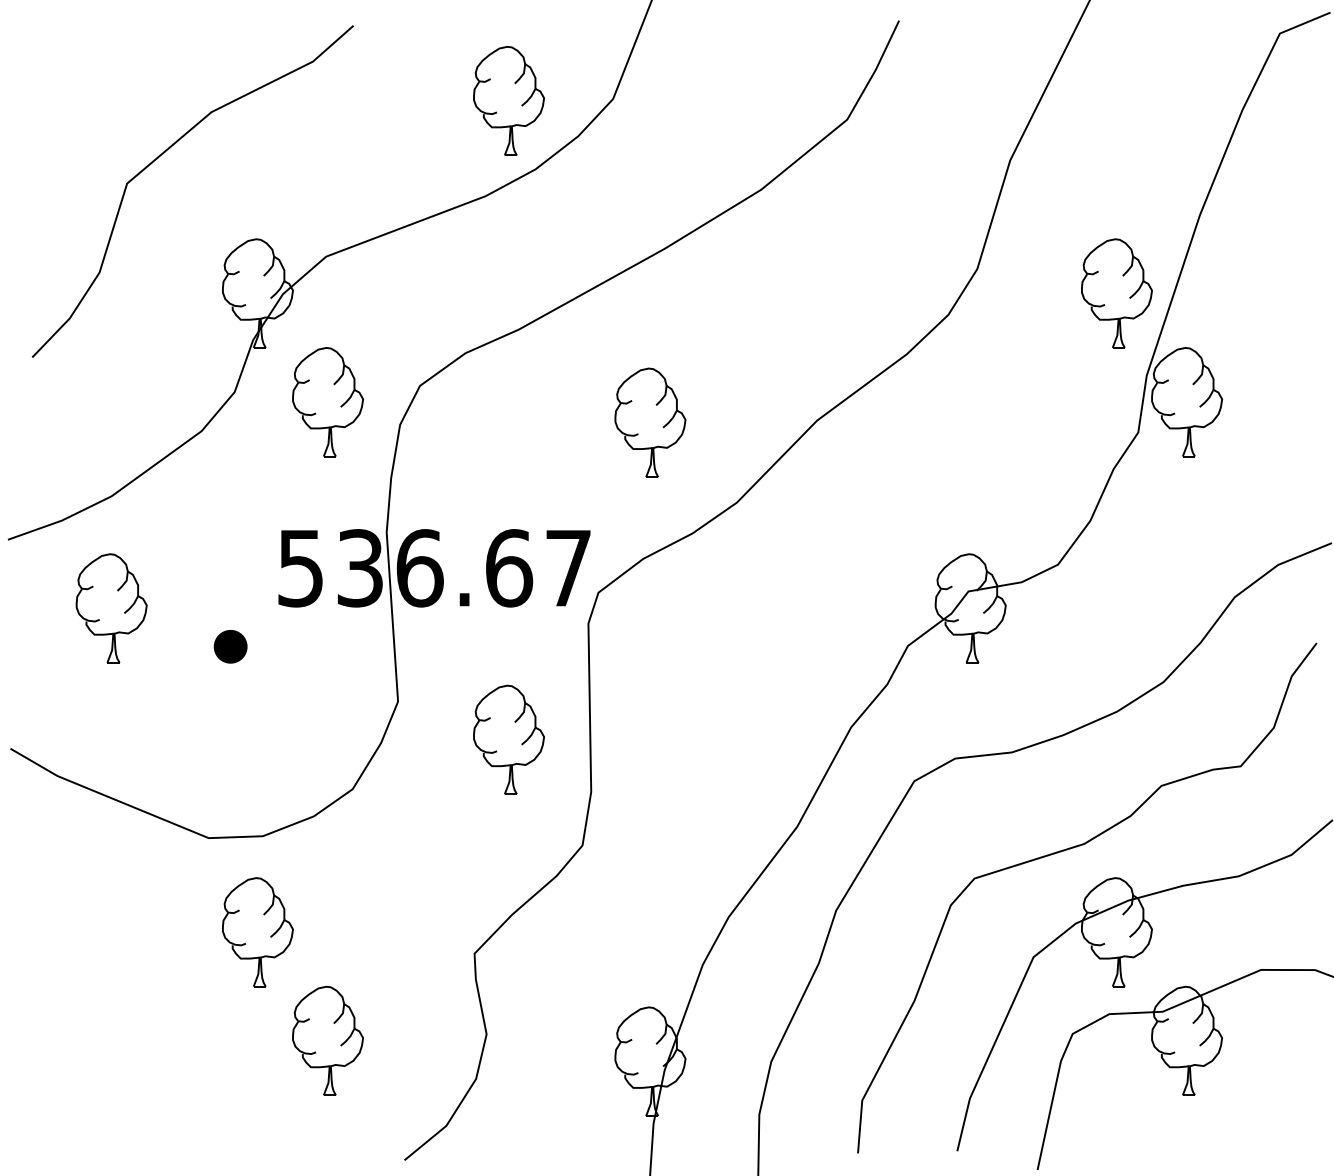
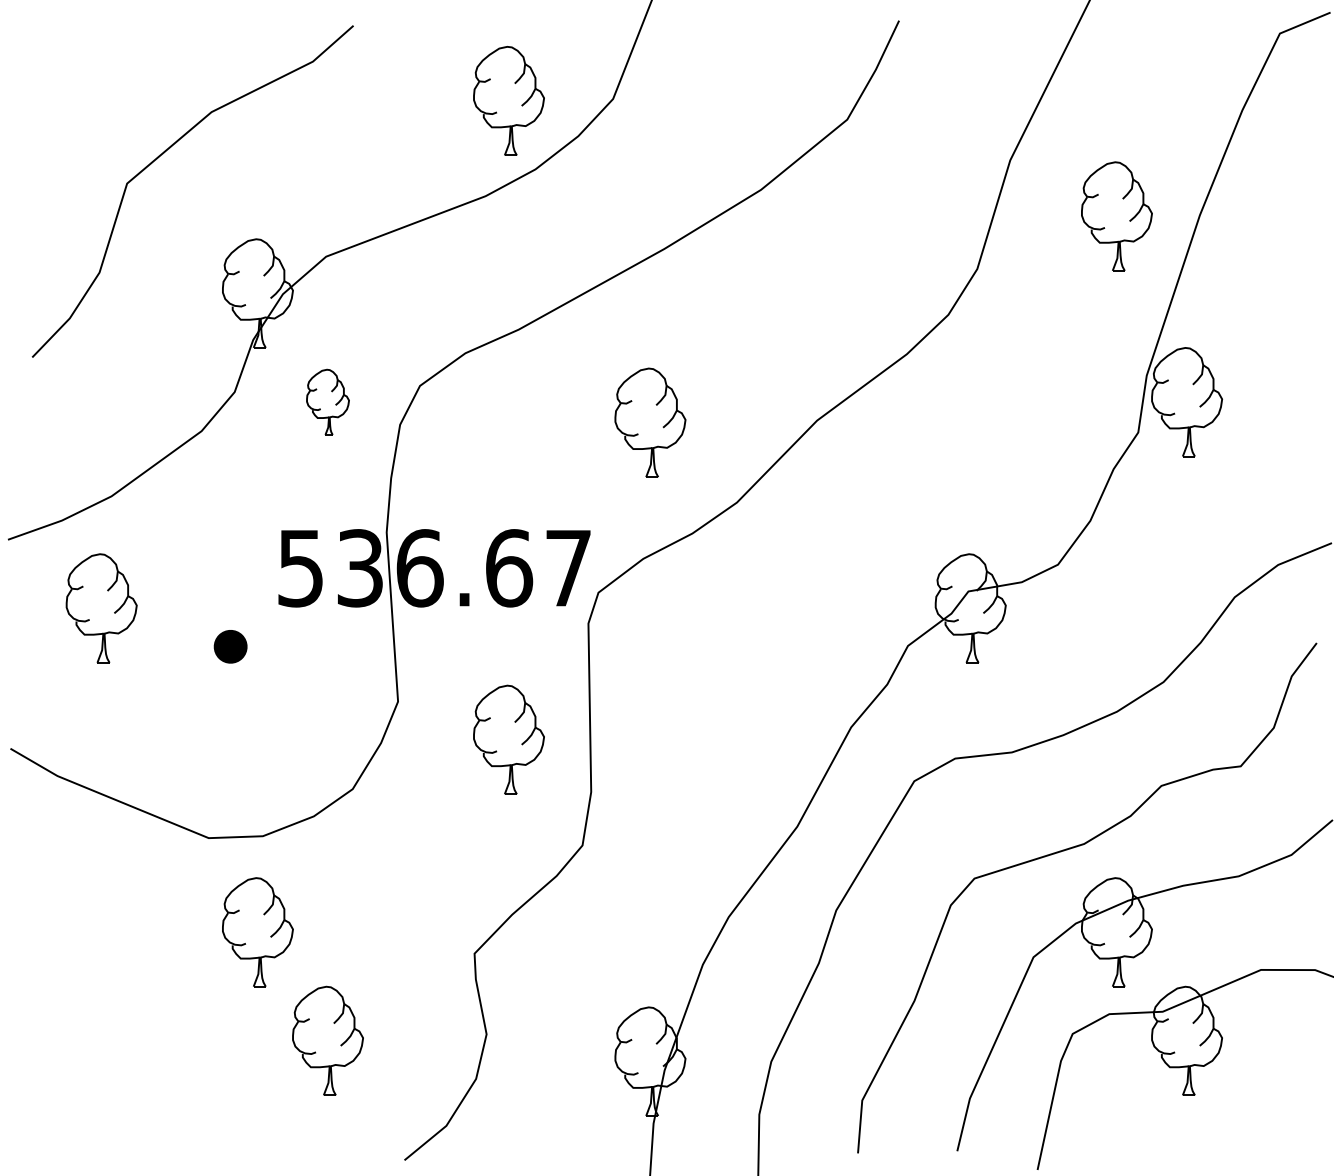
part at (1116, 293) position: (1116, 293) -> (1116, 216)
part at (327, 402) size: 72x111 px -> 44x68 px
part at (111, 608) position: (111, 608) -> (101, 608)
